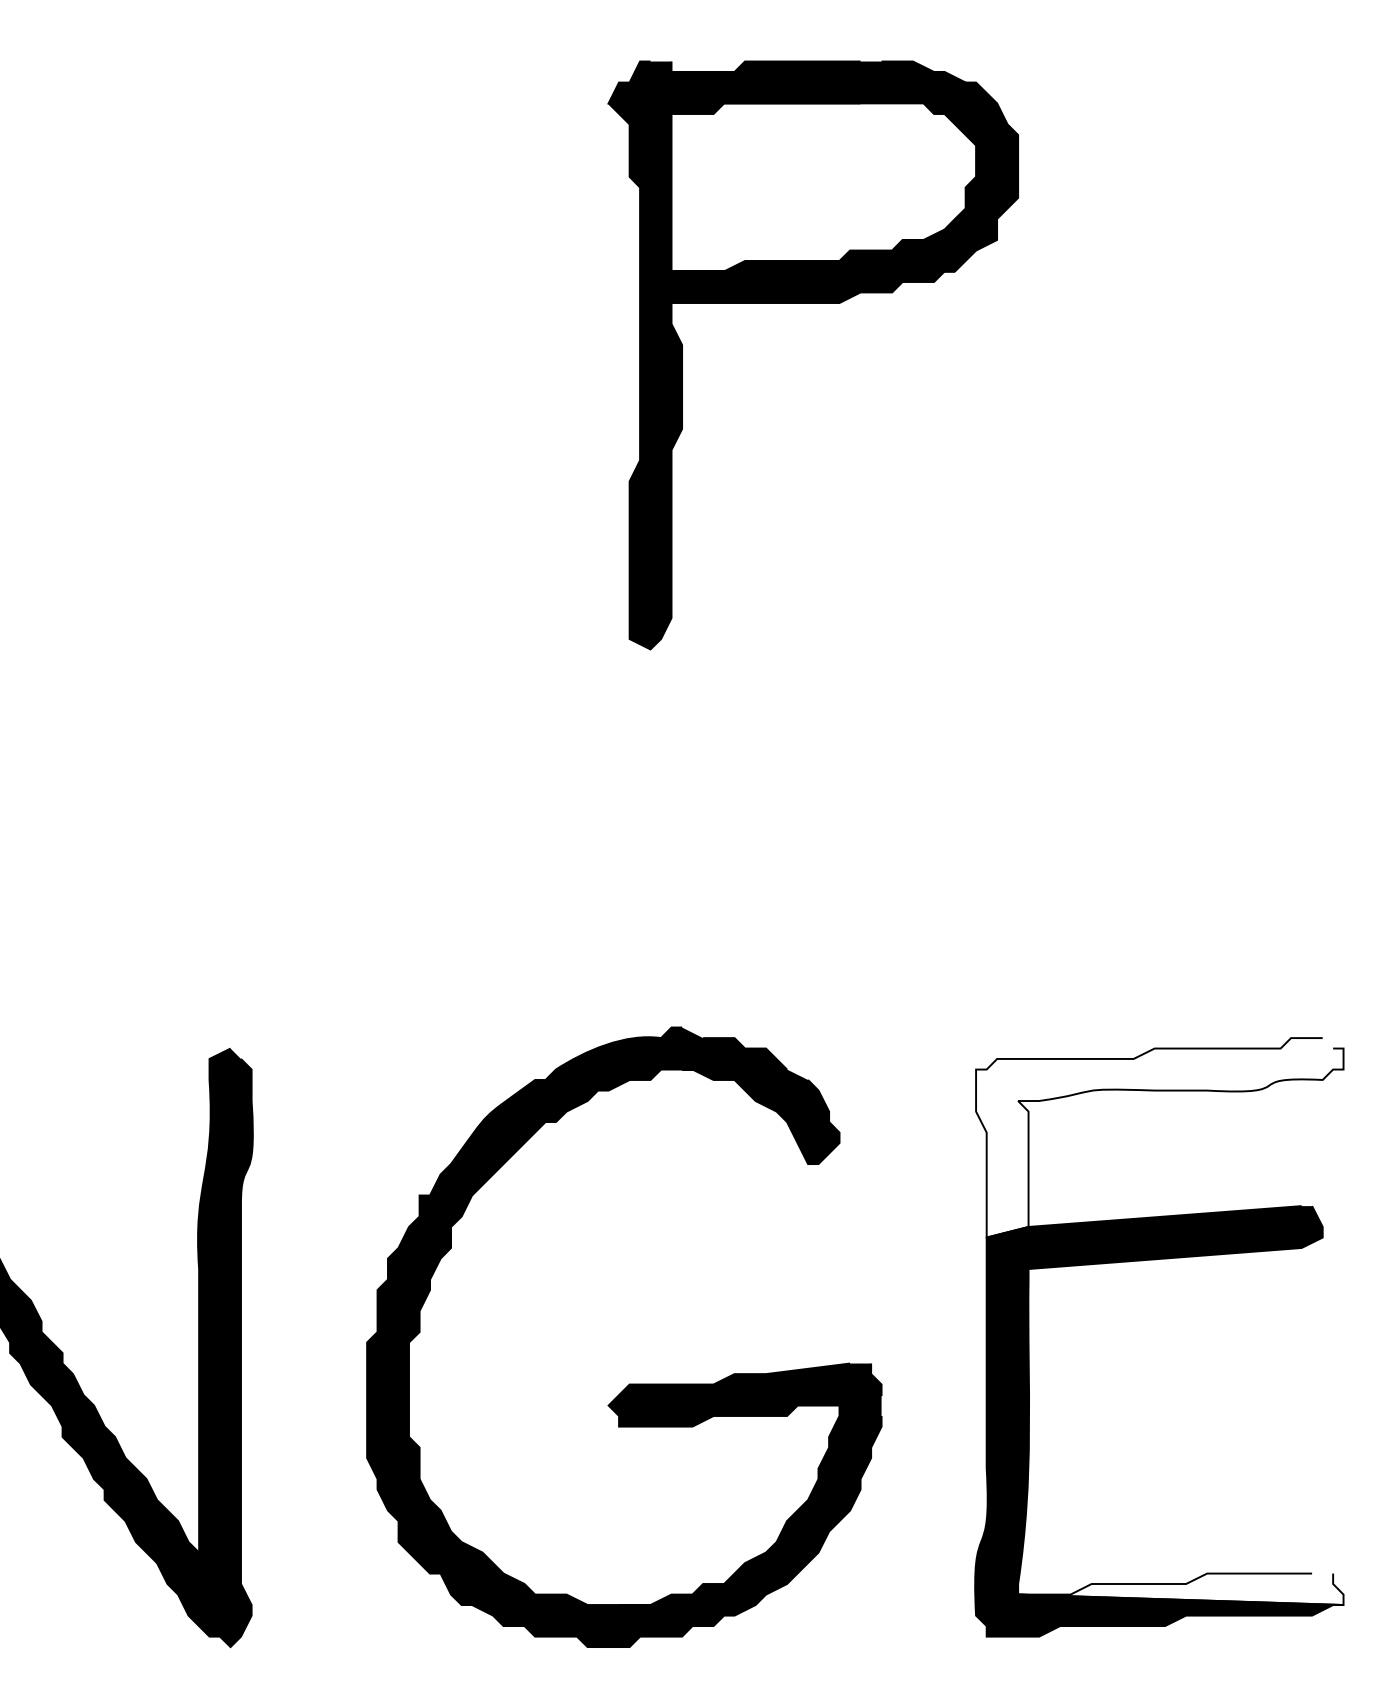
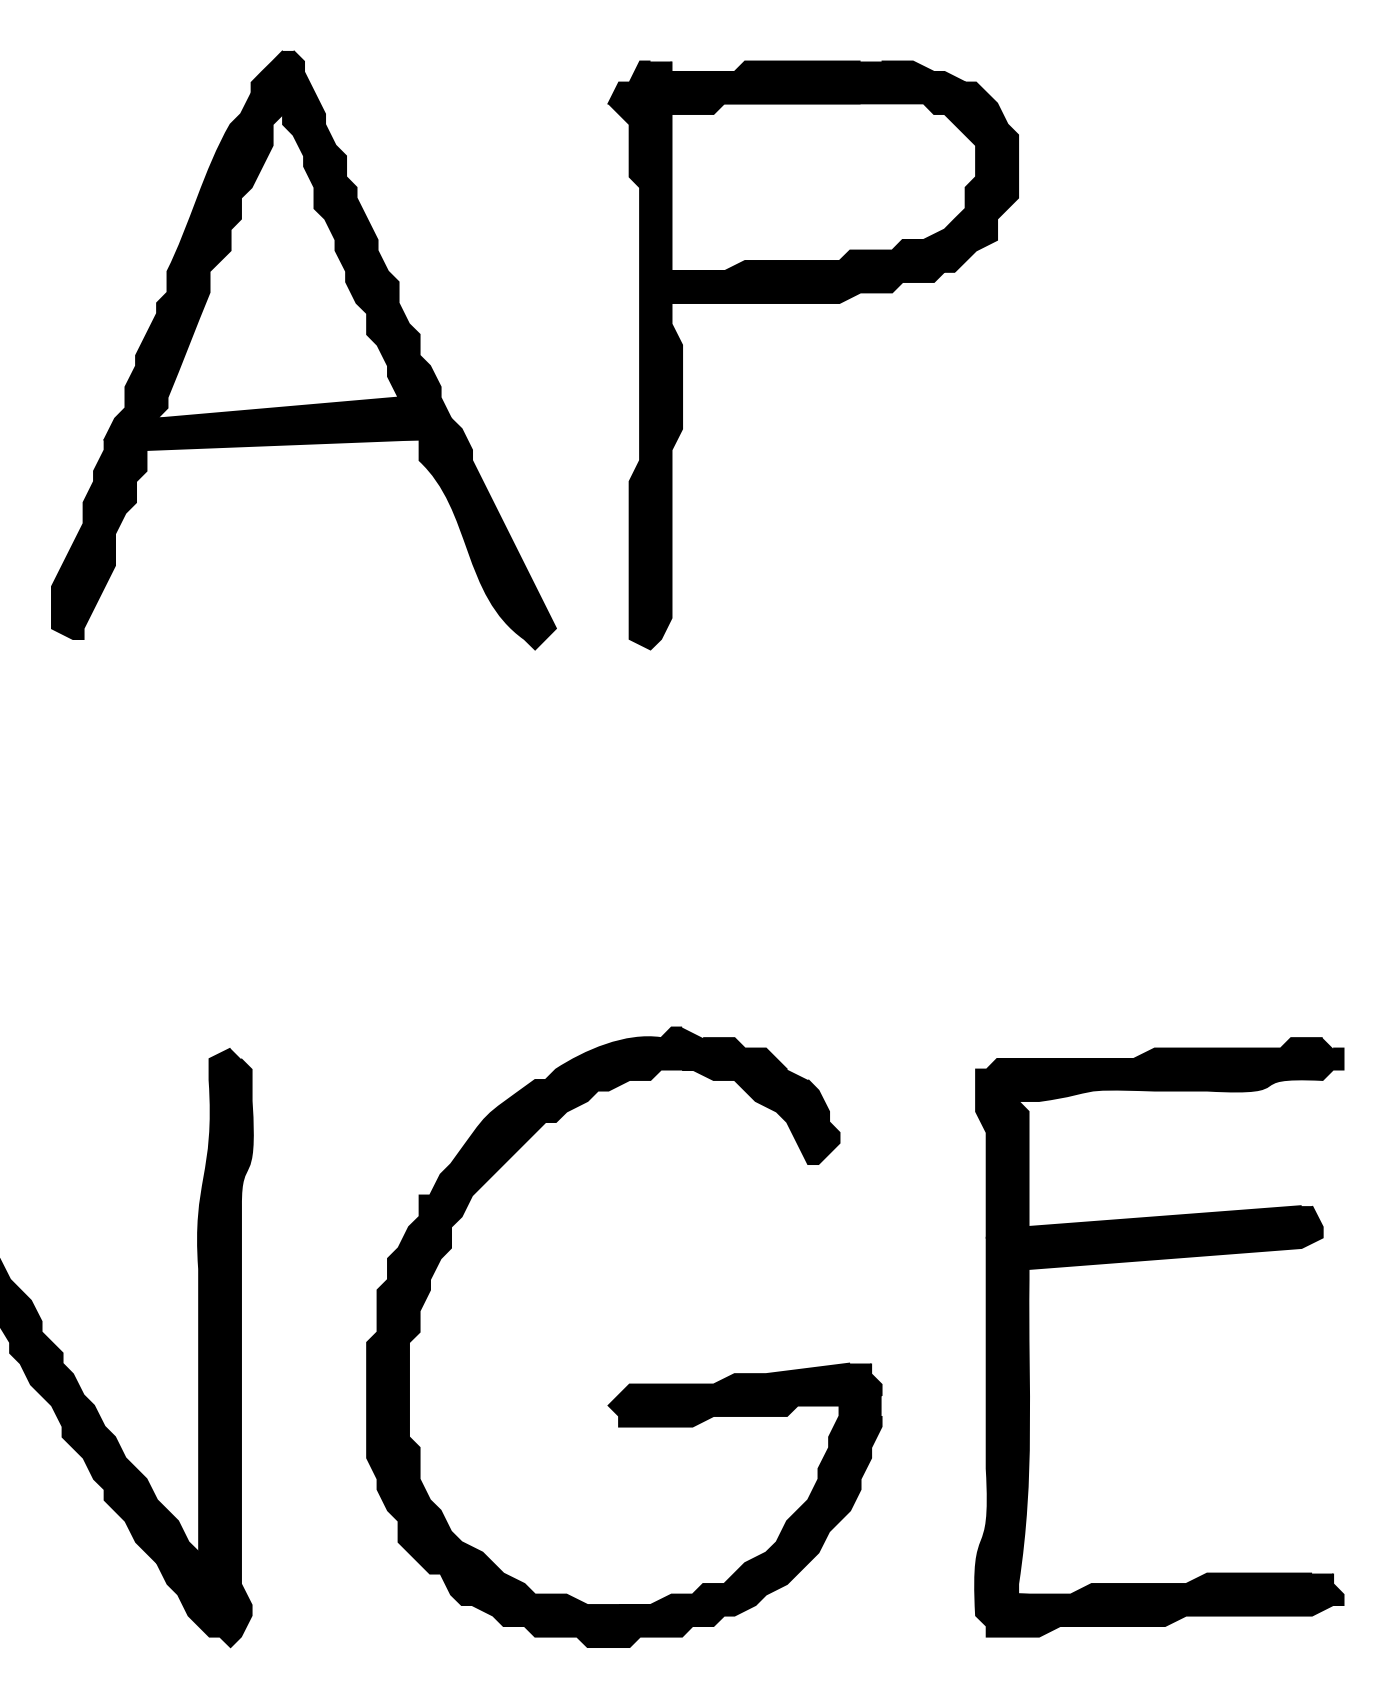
part at (303, 350): none -> present
fill at (1159, 1137): none -> present
fill at (1180, 1589): none -> present
